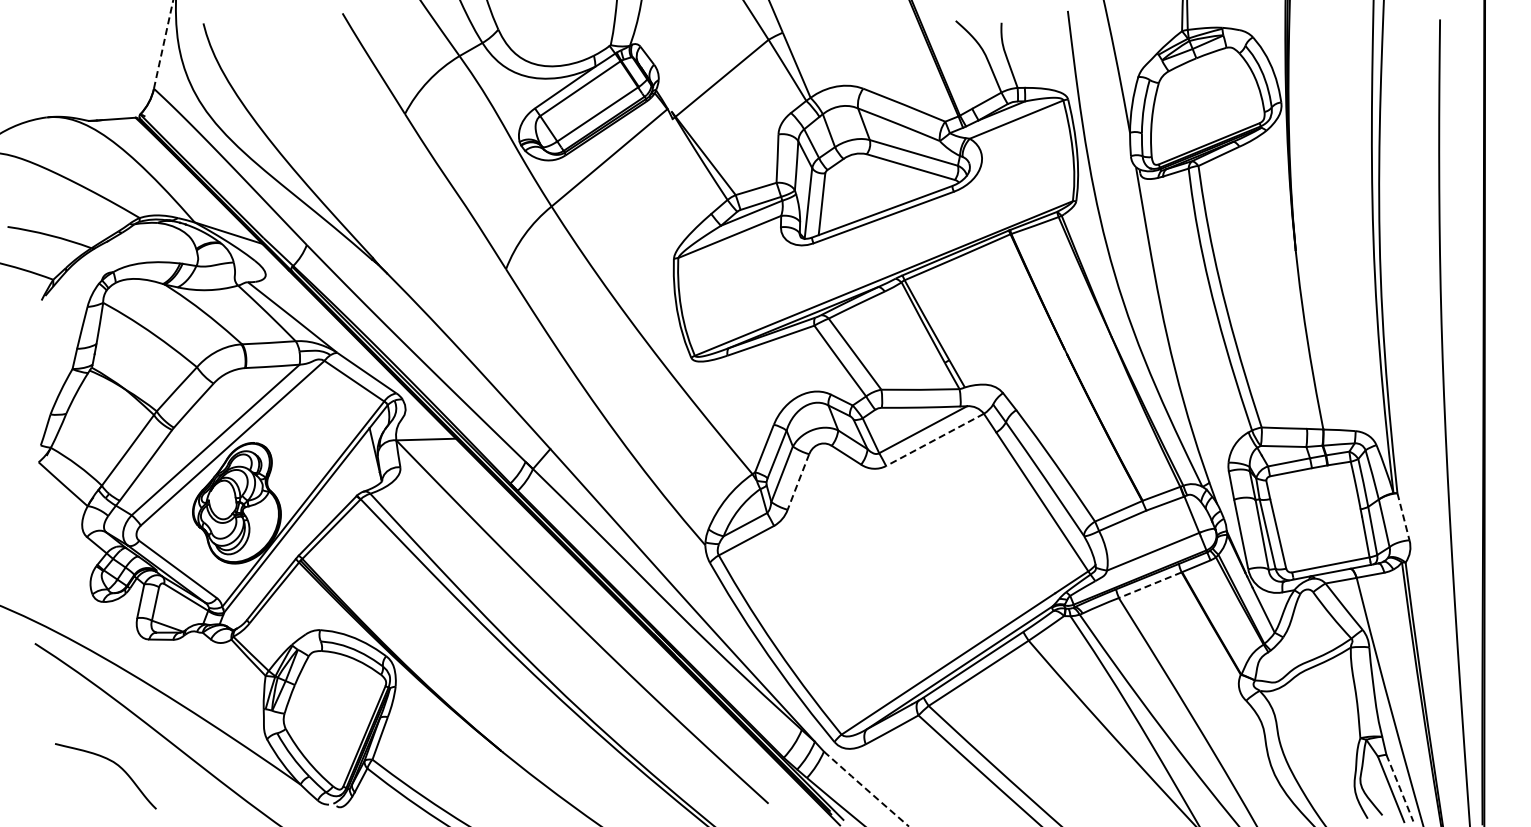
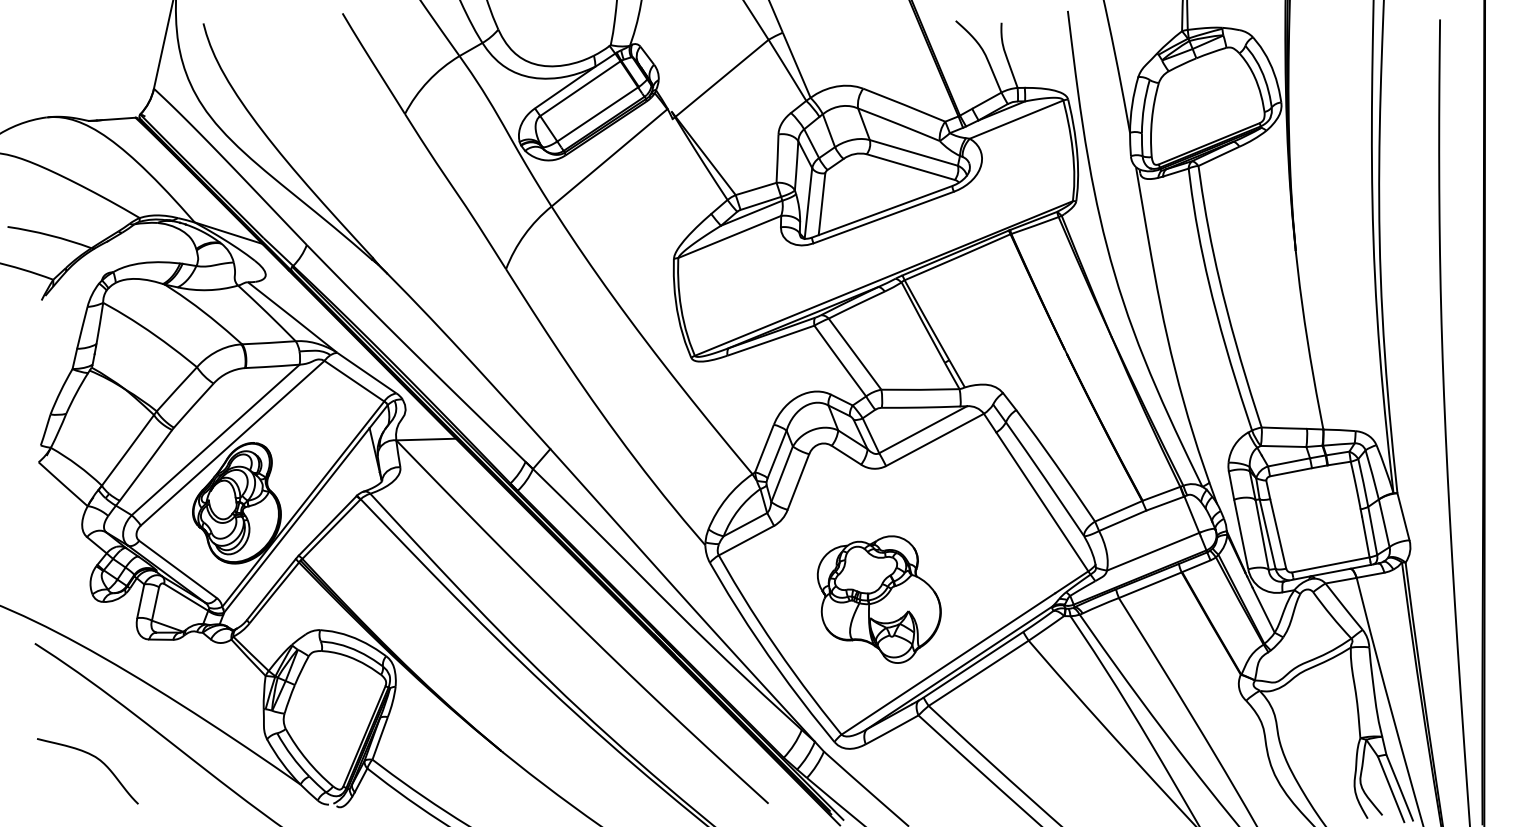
line at (163, 44): dashed -> solid
line at (934, 440): dashed -> solid
line at (798, 482): dashed -> solid
line at (1403, 517): dashed -> solid
line at (1150, 585): dashed -> solid
part at (878, 599): none -> present
curve at (113, 763) position: (113, 763) -> (95, 758)
line at (1399, 788): dashed -> solid
line at (866, 789): dashed -> solid
